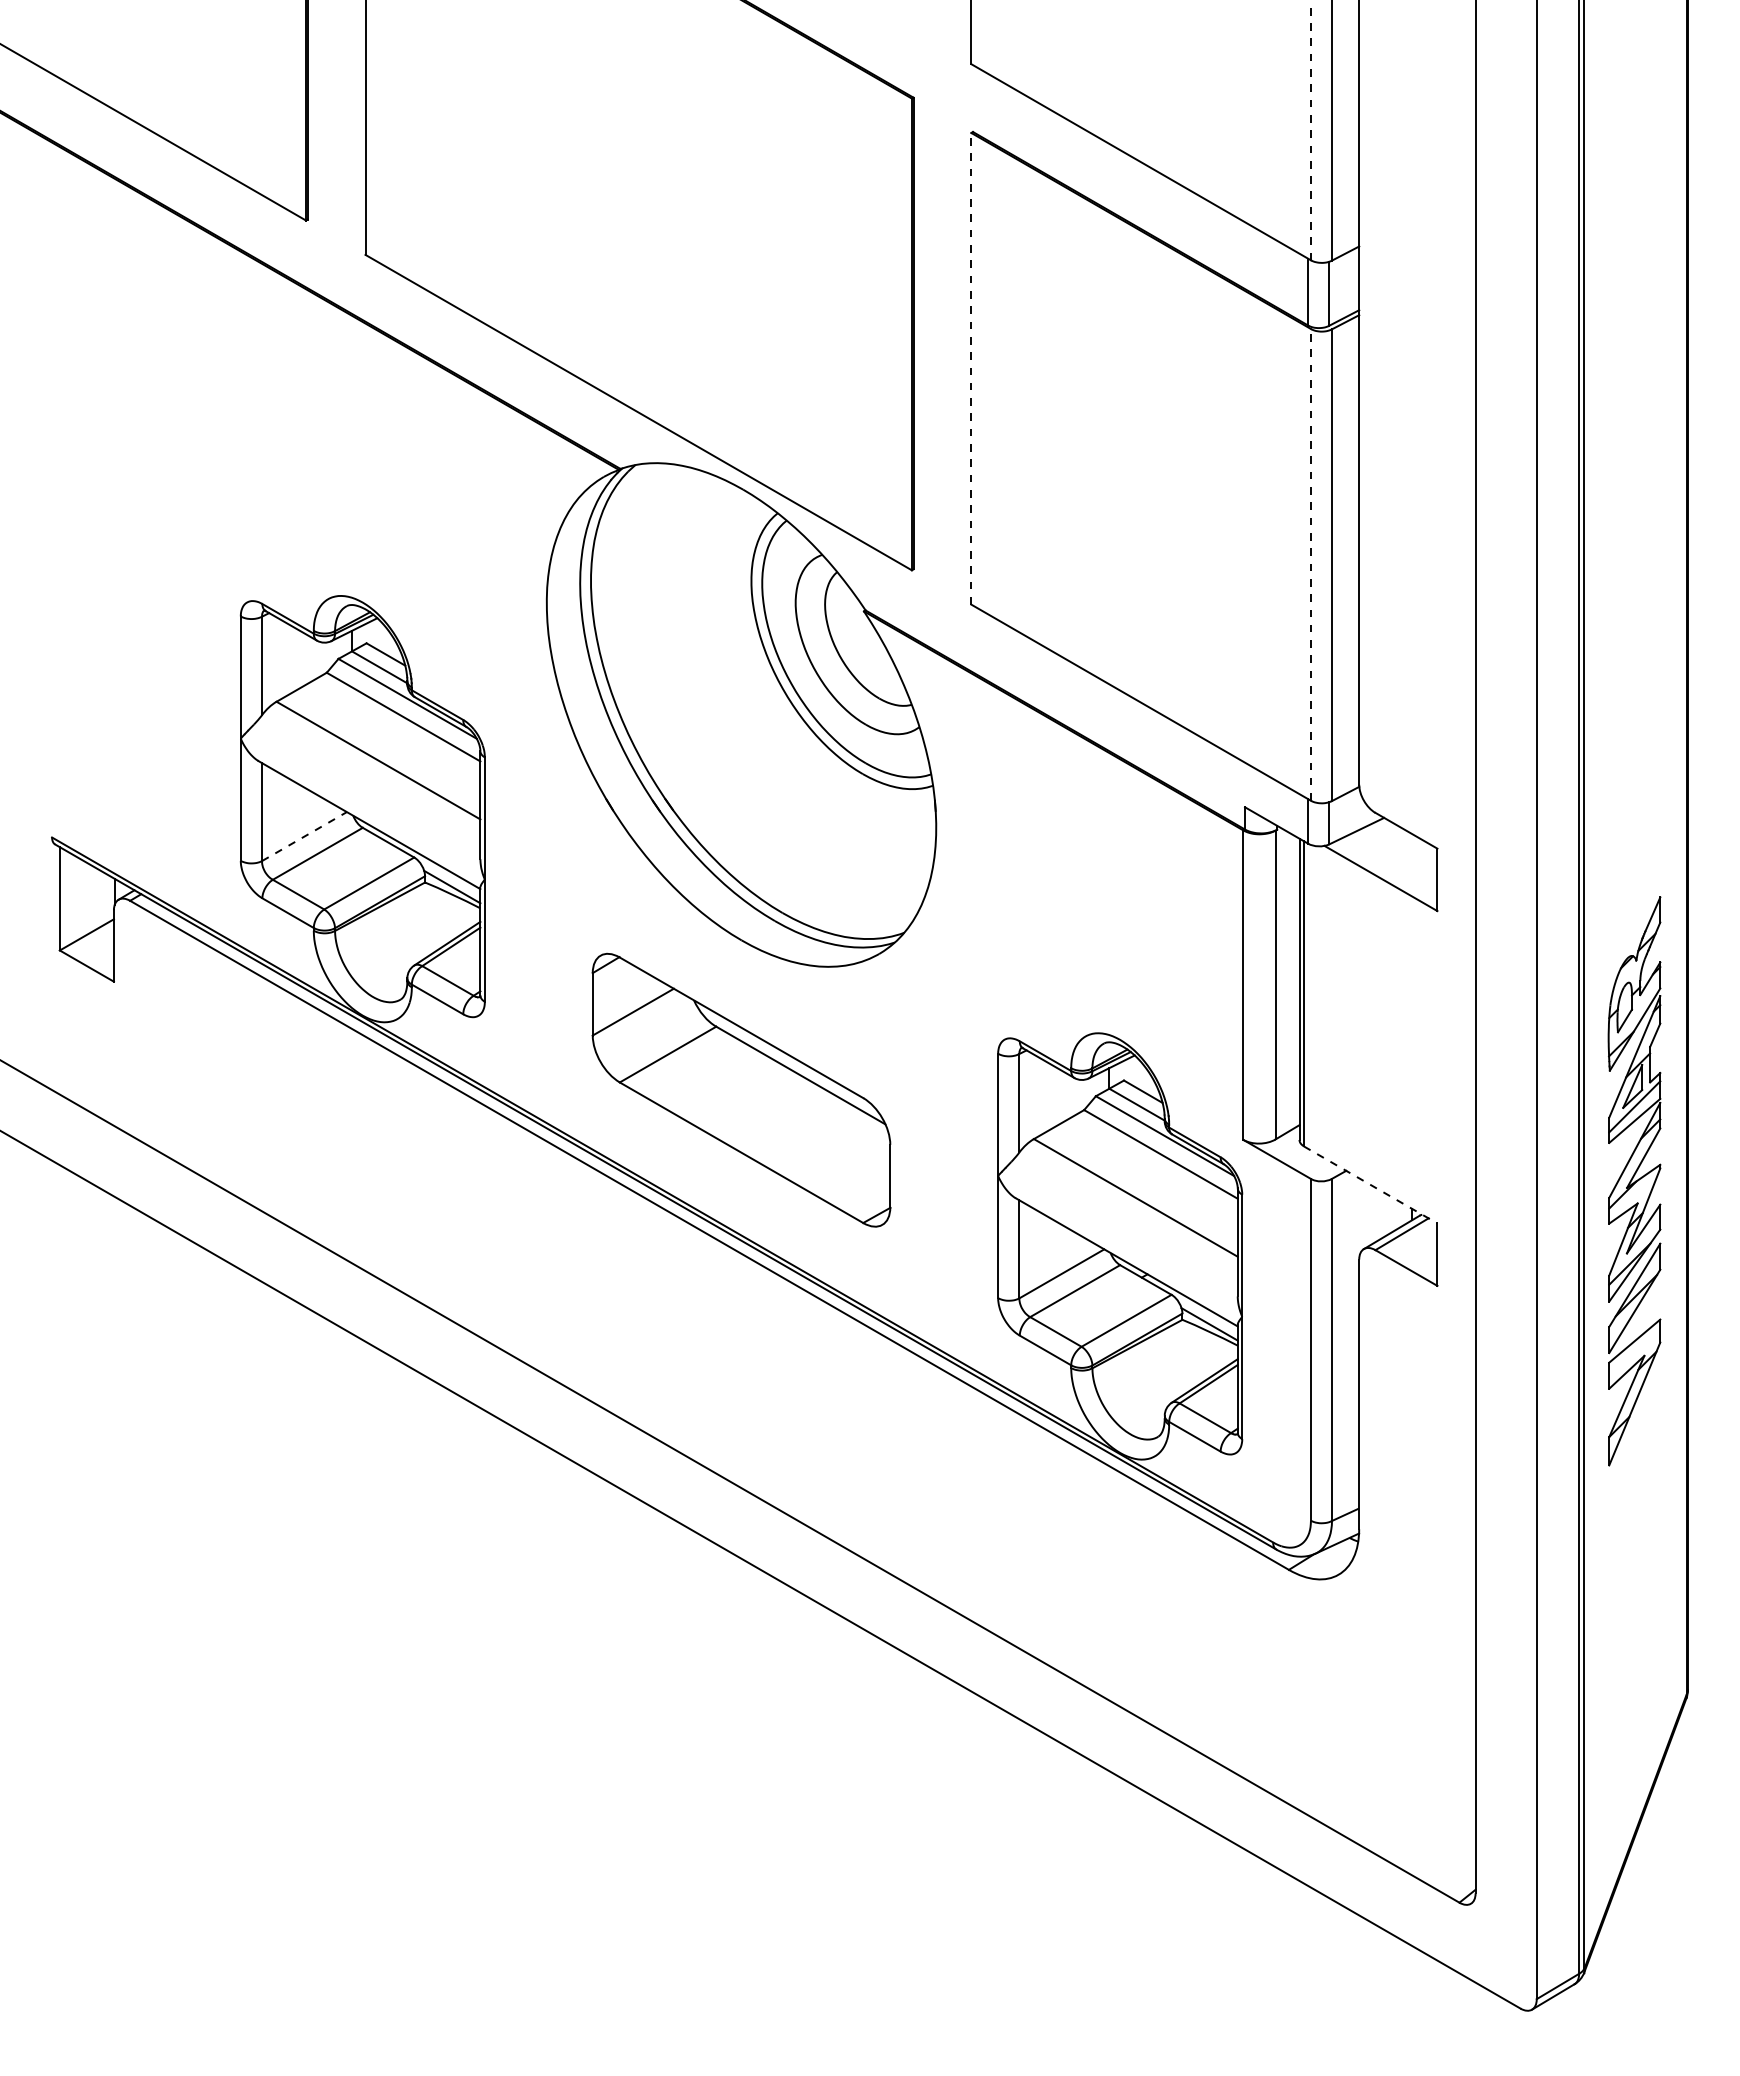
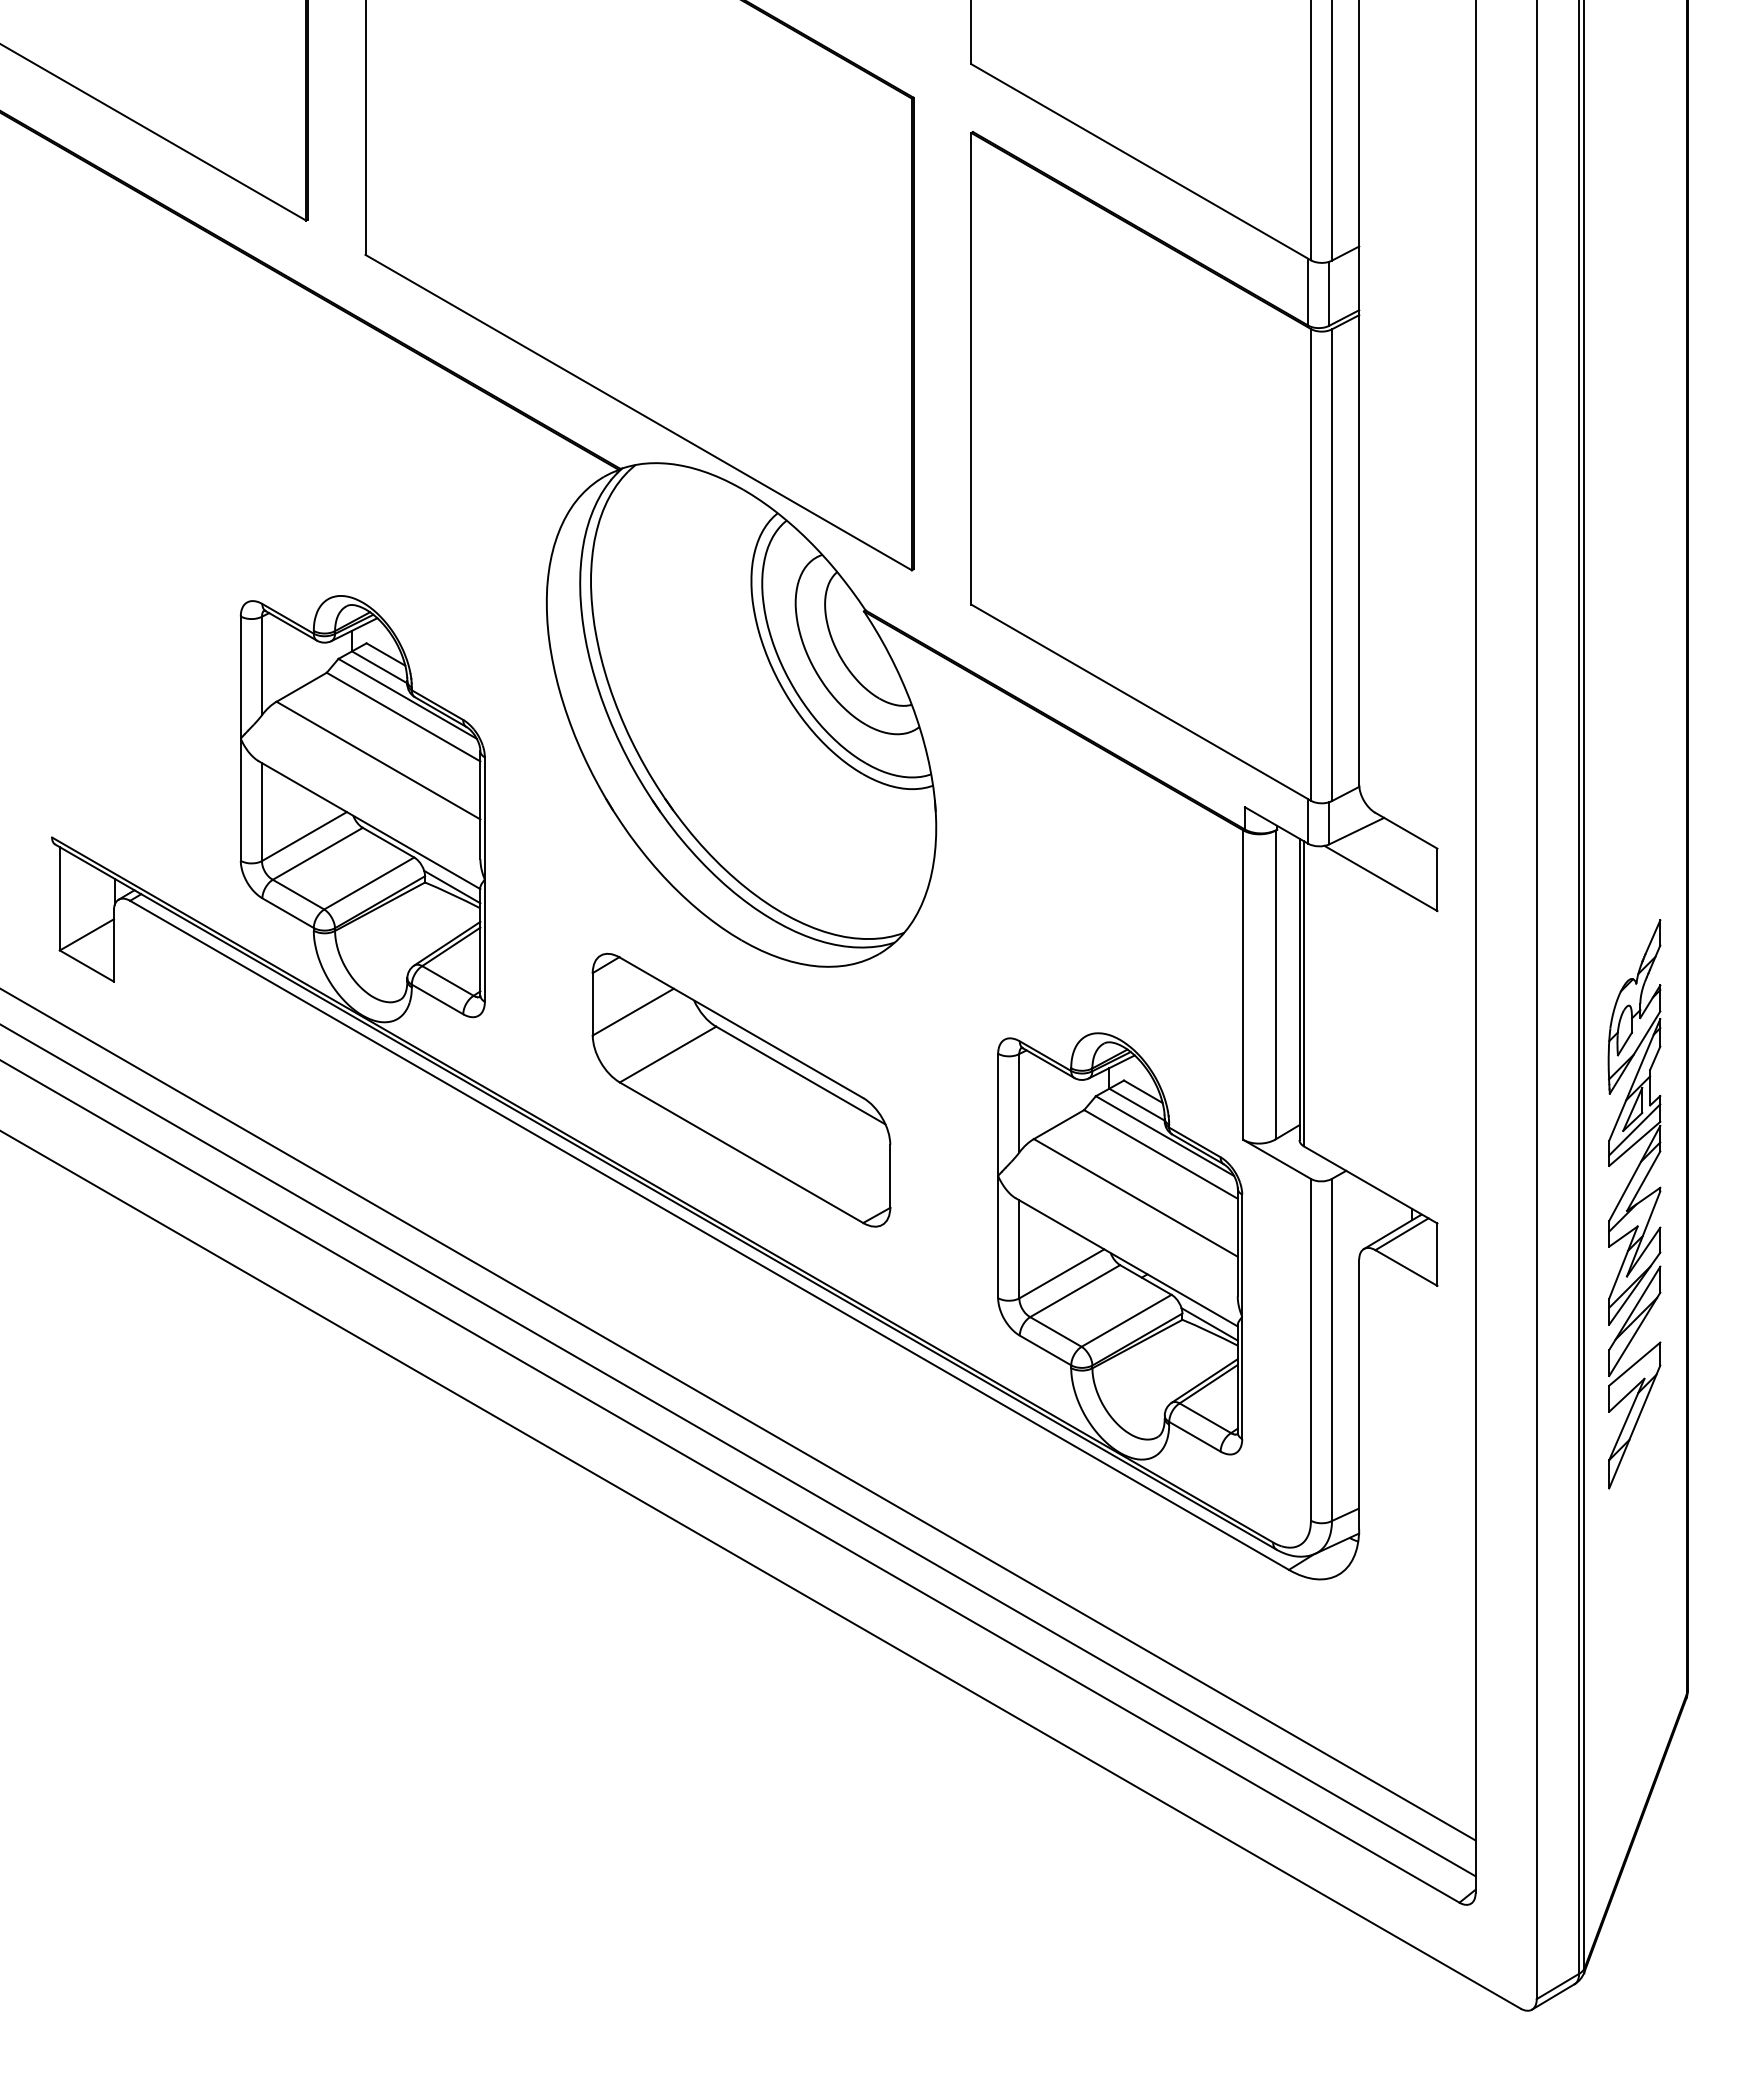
line at (1310, 130): dashed -> solid
line at (971, 368): dashed -> solid
line at (1310, 564): dashed -> solid
line at (304, 836): dashed -> solid
part at (1634, 1181) position: (1634, 1181) -> (1634, 1204)
line at (1371, 1185): dashed -> solid
line at (738, 1414): none -> present
line at (738, 1450): none -> present
